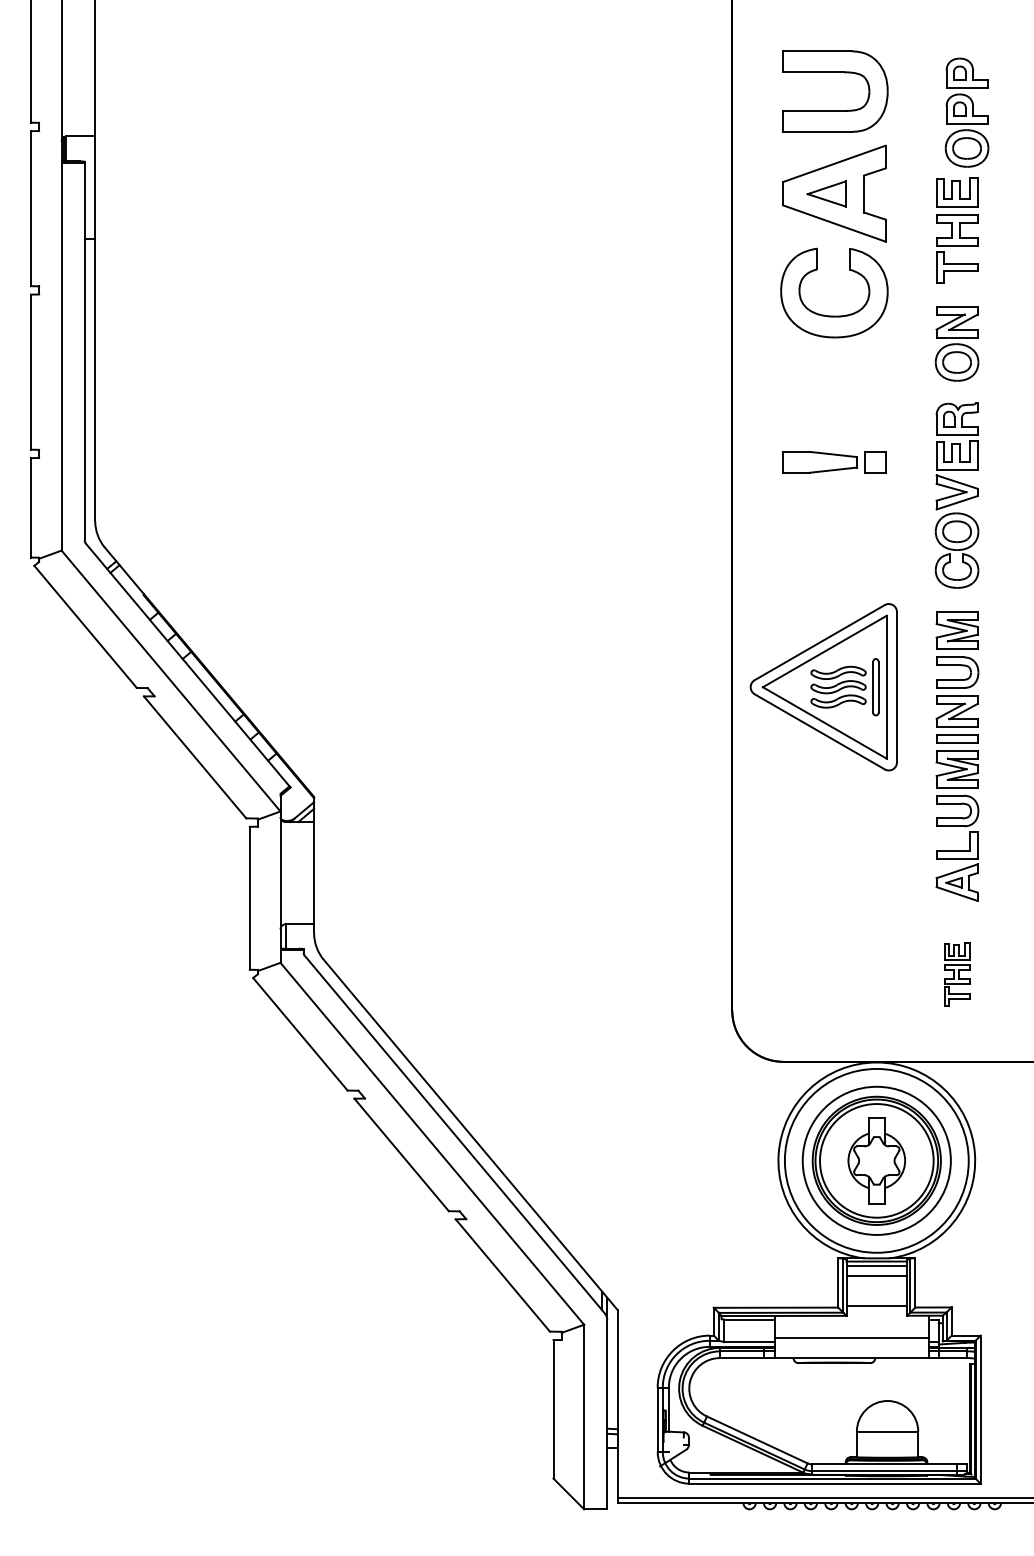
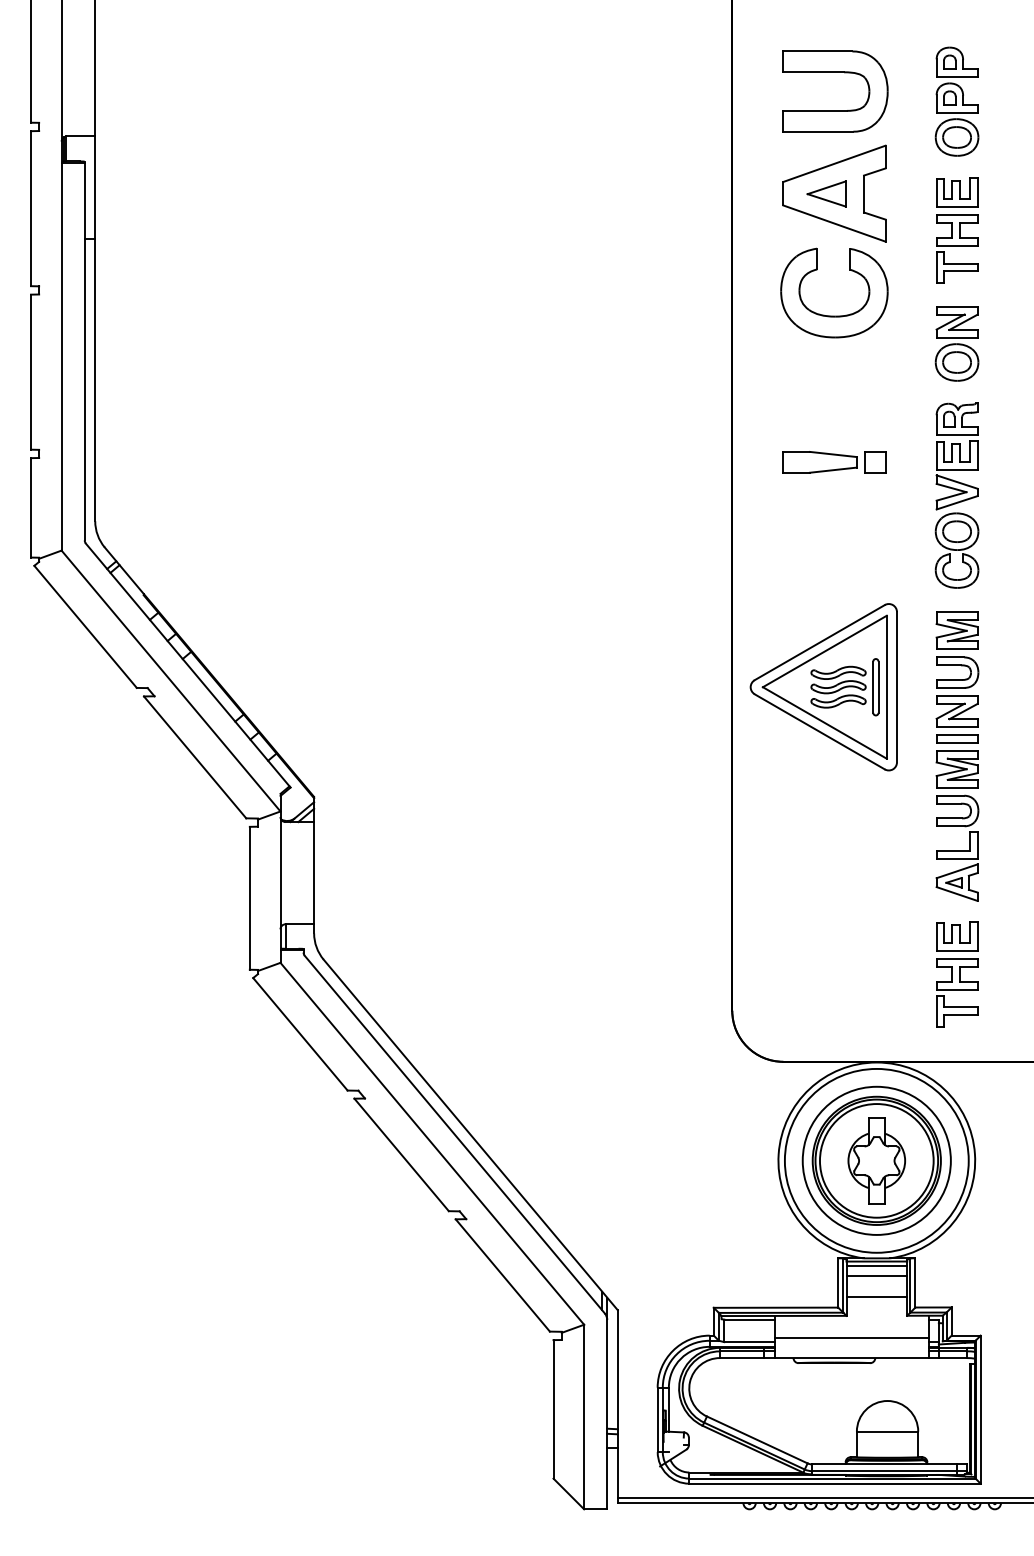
part at (966, 112) position: (966, 112) -> (956, 101)
part at (957, 974) size: 27x65 px -> 43x107 px
line at (876, 1305) position: (876, 1305) -> (876, 1296)
